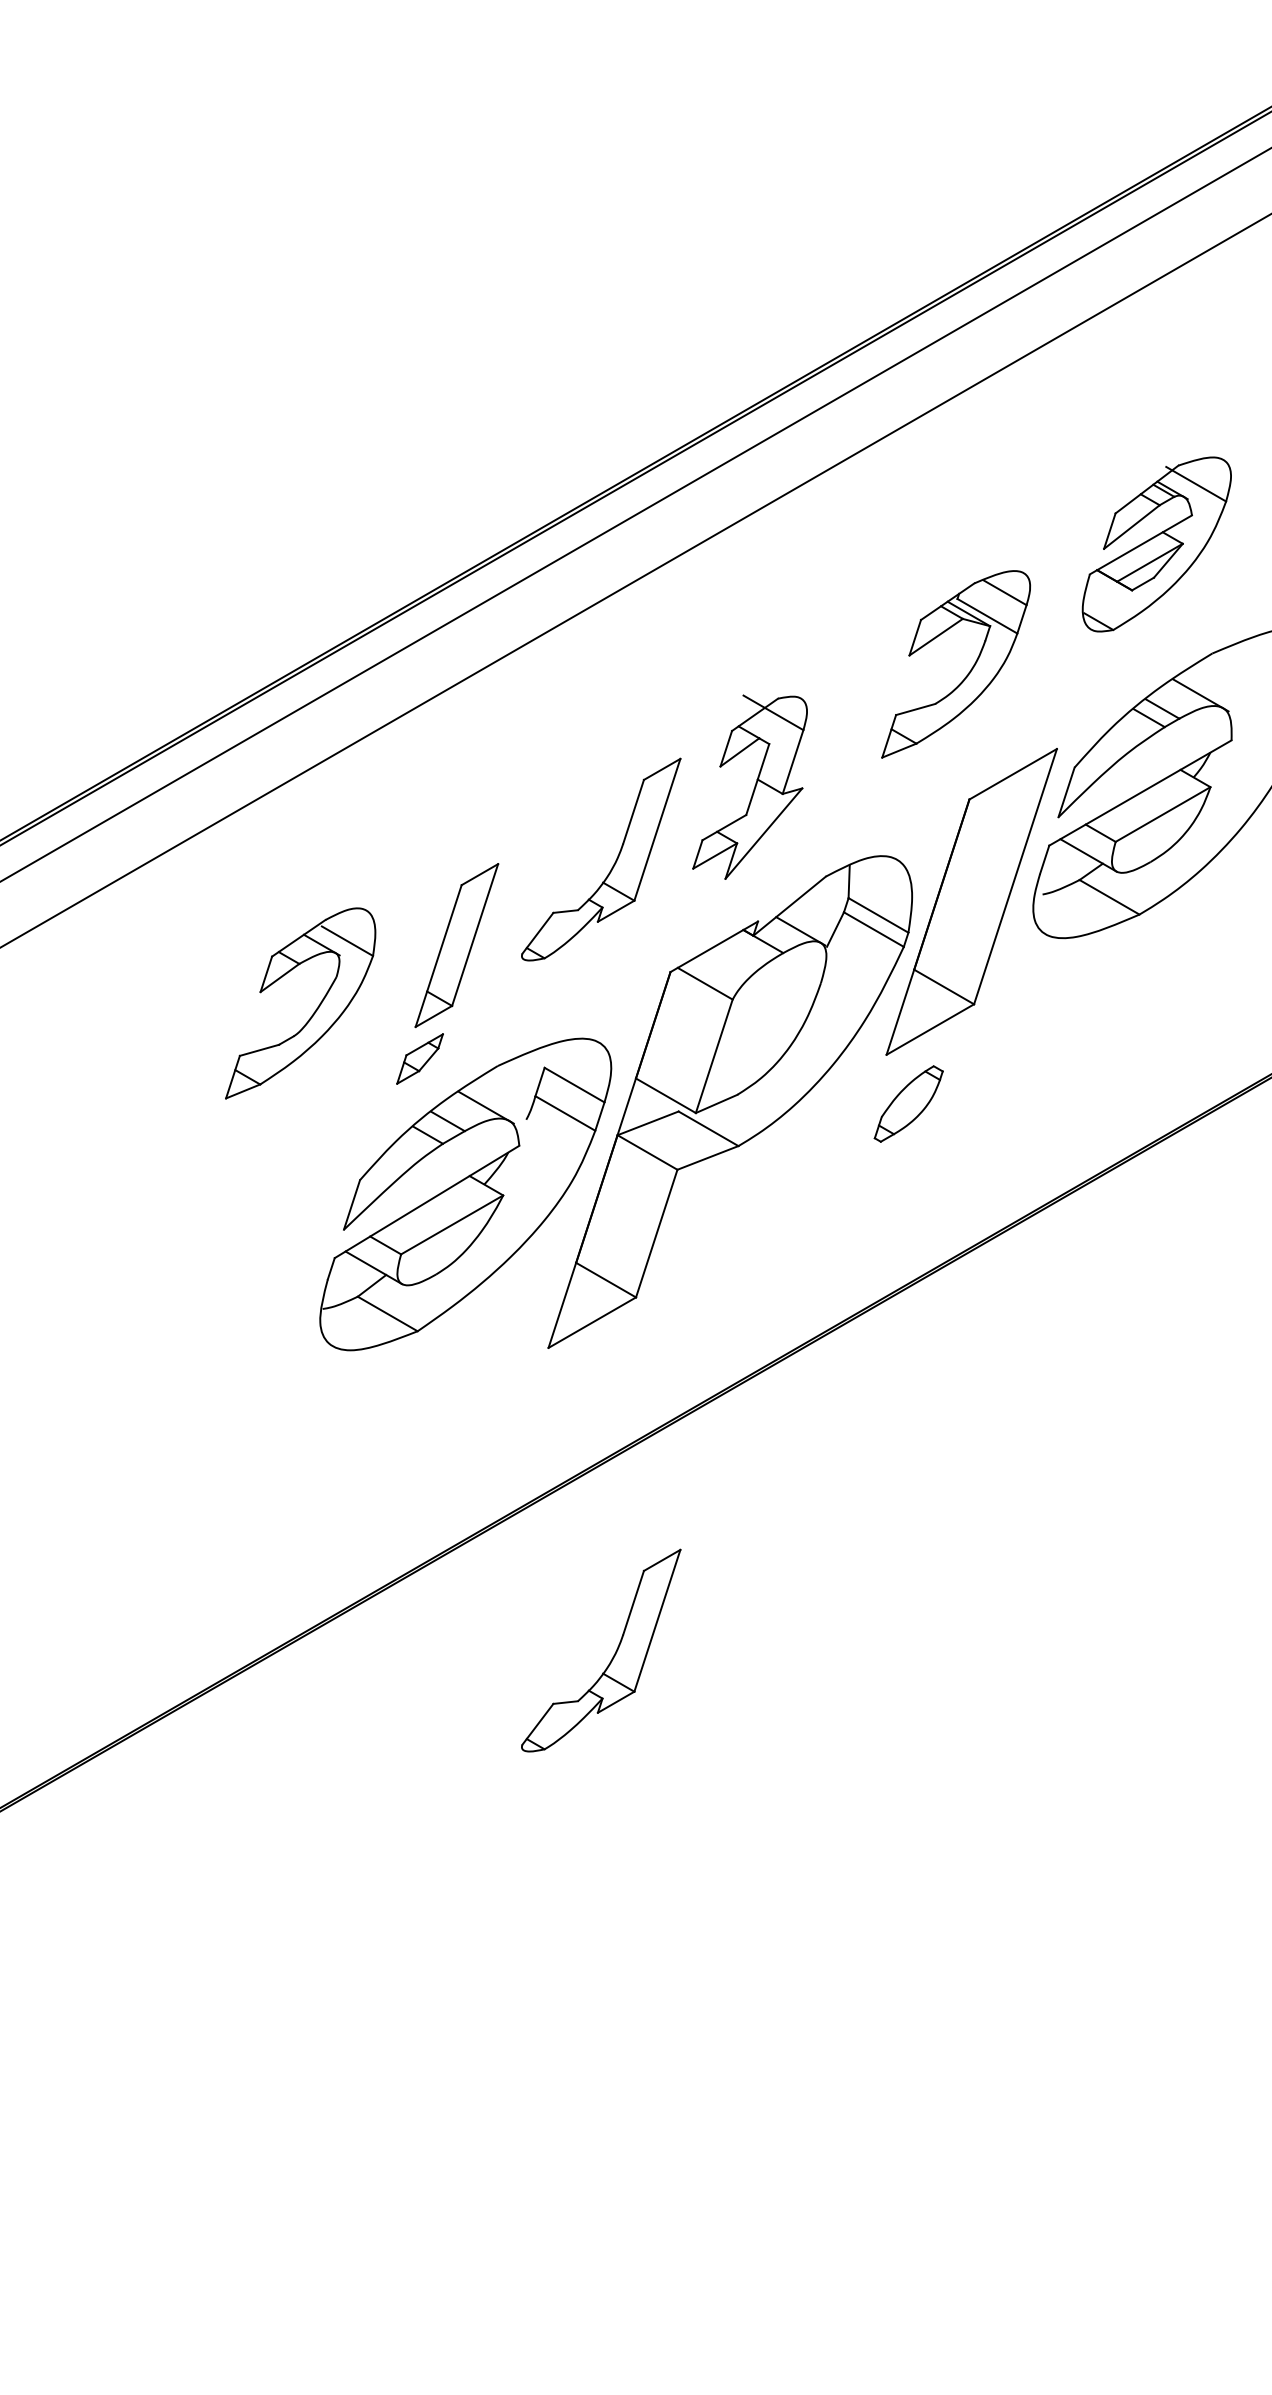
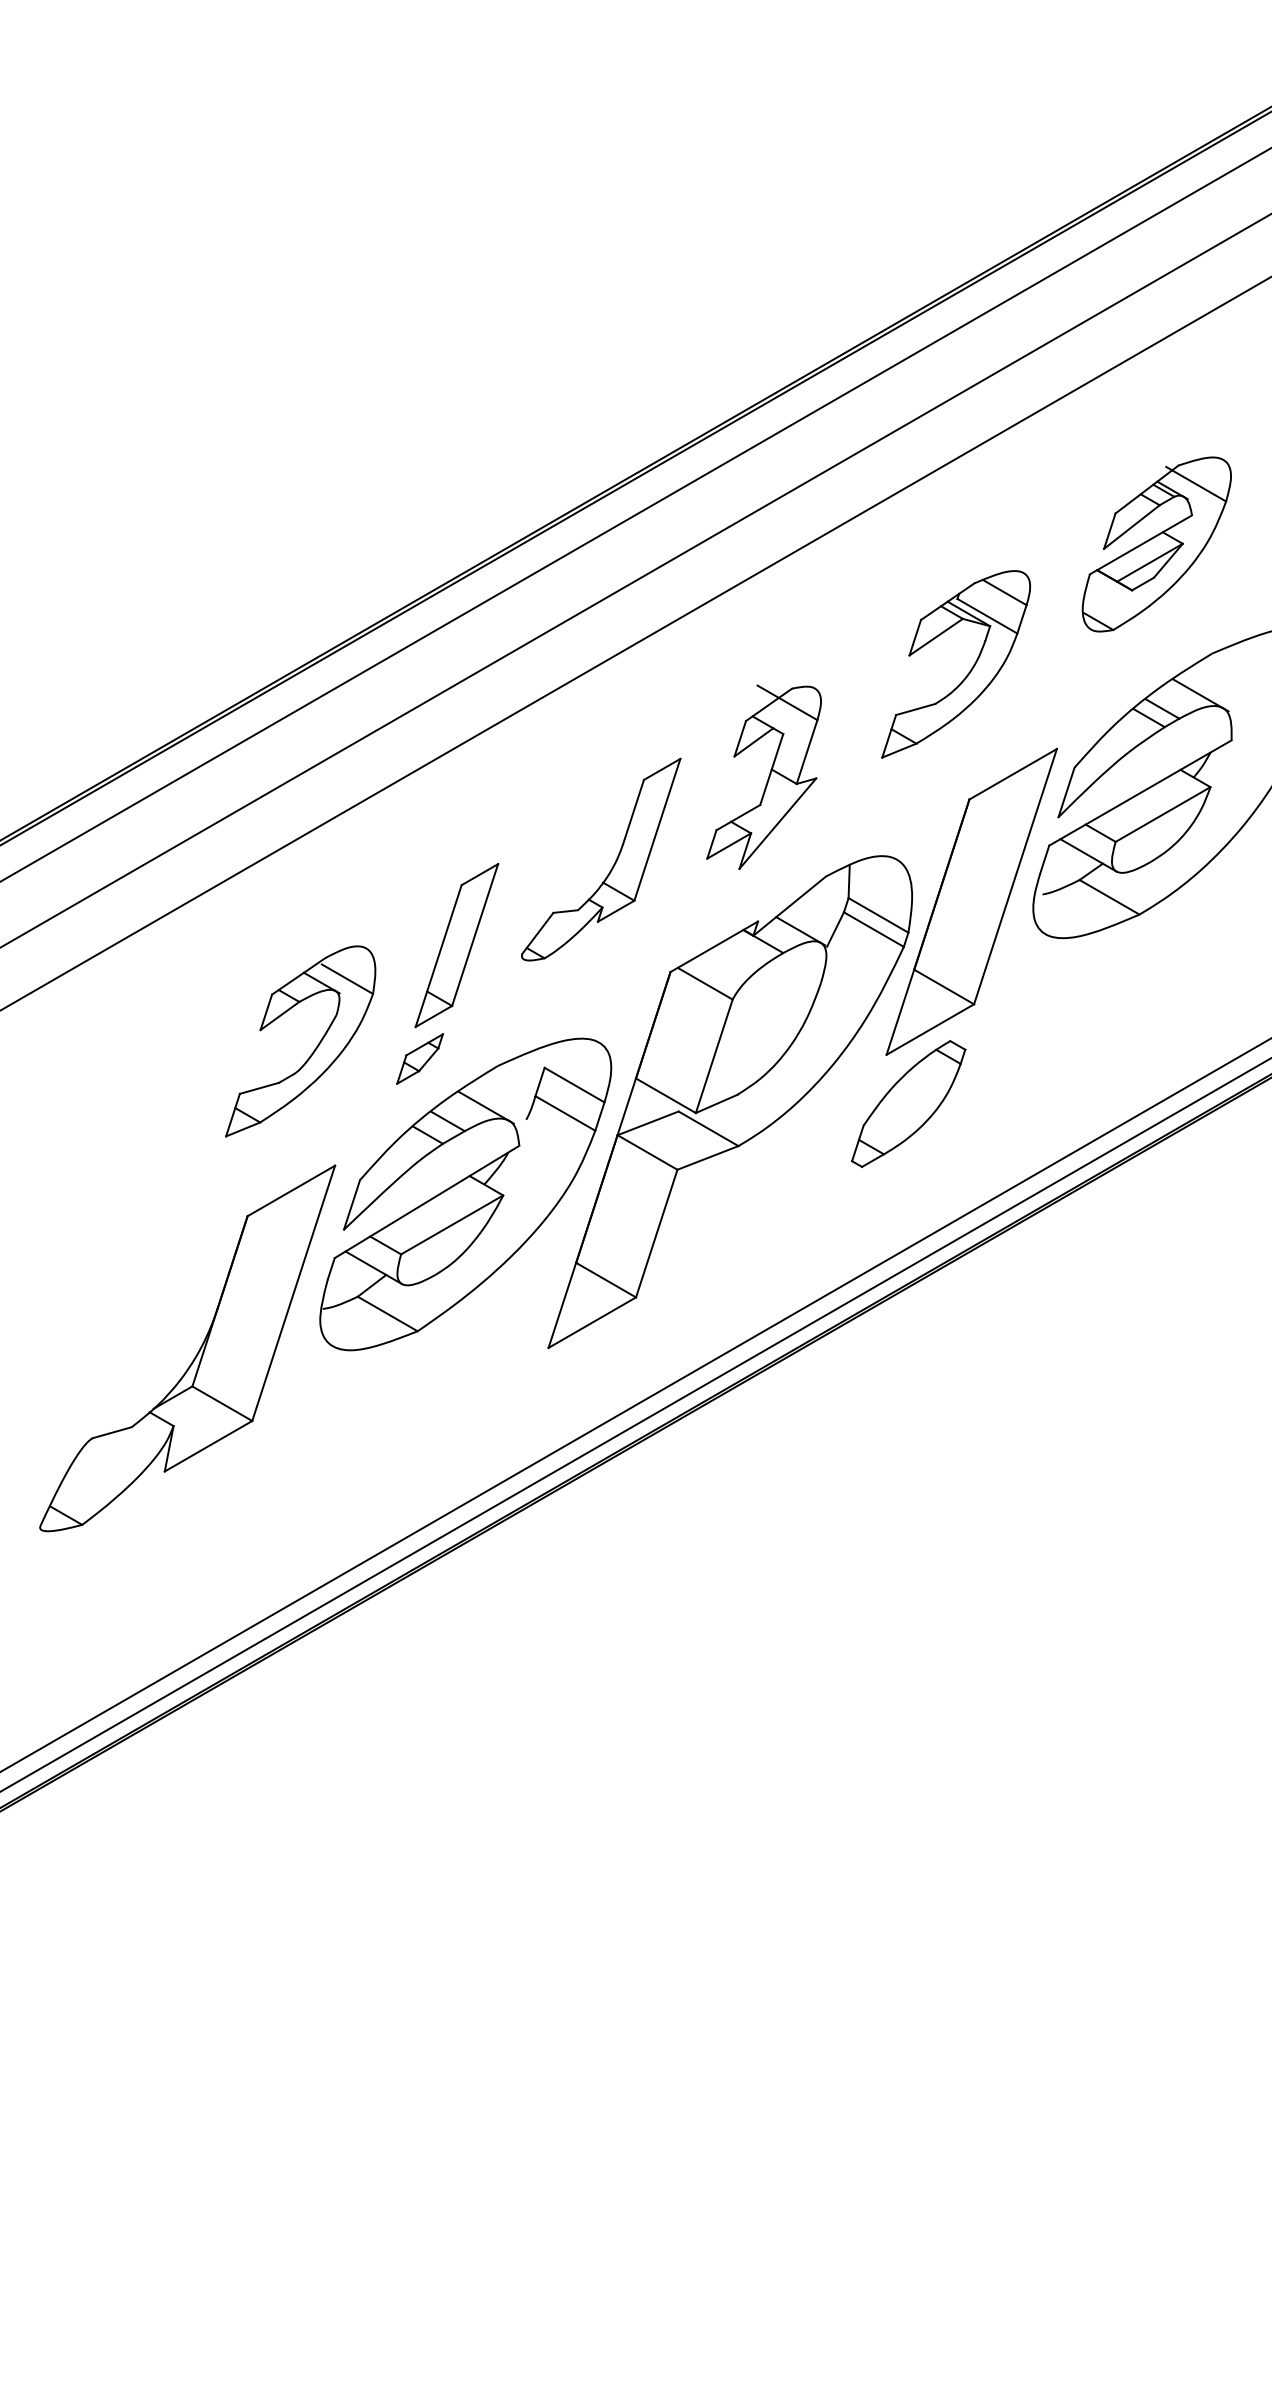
line at (635, 643): none -> present
part at (749, 786) position: (749, 786) -> (763, 776)
part at (313, 1012) position: (313, 1012) -> (313, 1050)
part at (908, 1103) size: 71x78 px -> 116x128 px
part at (196, 1353): none -> present
line at (635, 1405): none -> present
line at (635, 1424): none -> present
part at (611, 1658): present -> none
